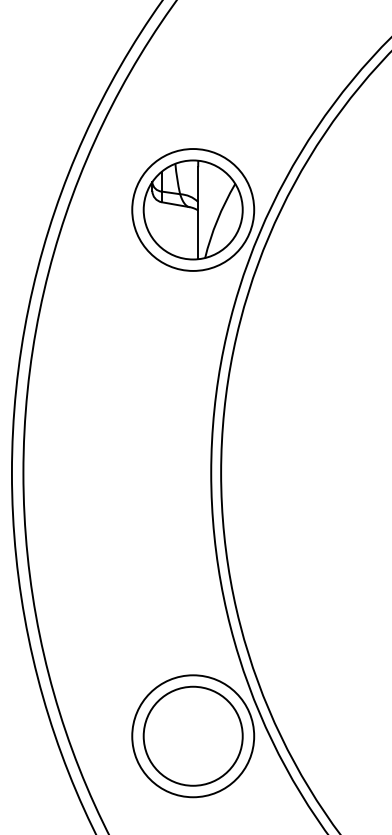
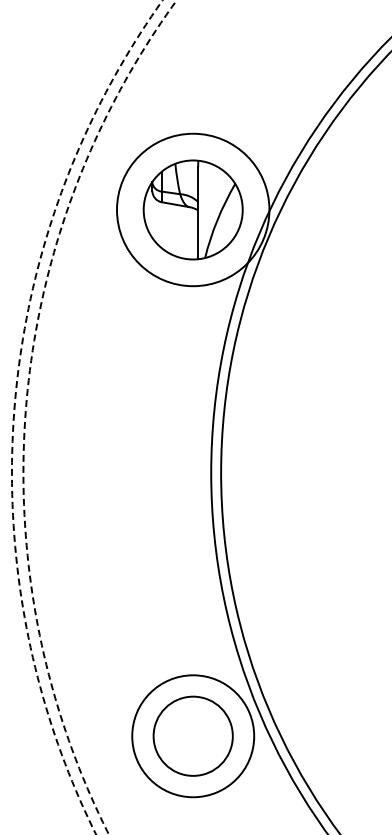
circle at (193, 209) diameter: 122 px -> 152 px
circle at (86, 417): solid -> dashed
circle at (100, 417): solid -> dashed
circle at (192, 735) diameter: 99 px -> 79 px
